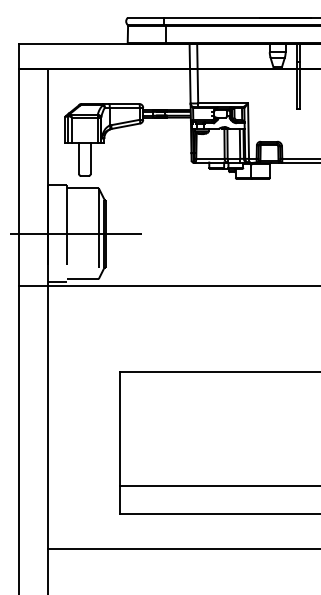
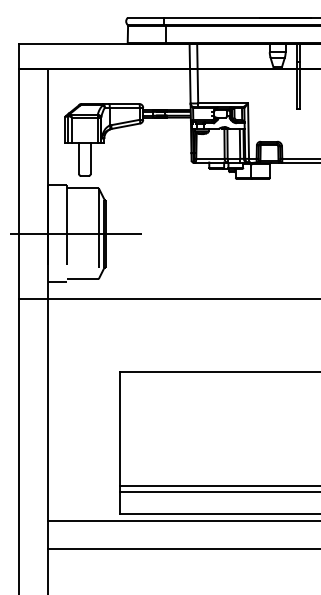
line at (168, 286) position: (168, 286) -> (168, 299)
line at (218, 491): none -> present
line at (182, 520): none -> present
